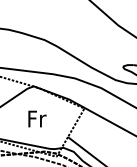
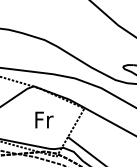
text at (37, 118) position: (37, 118) -> (44, 119)
